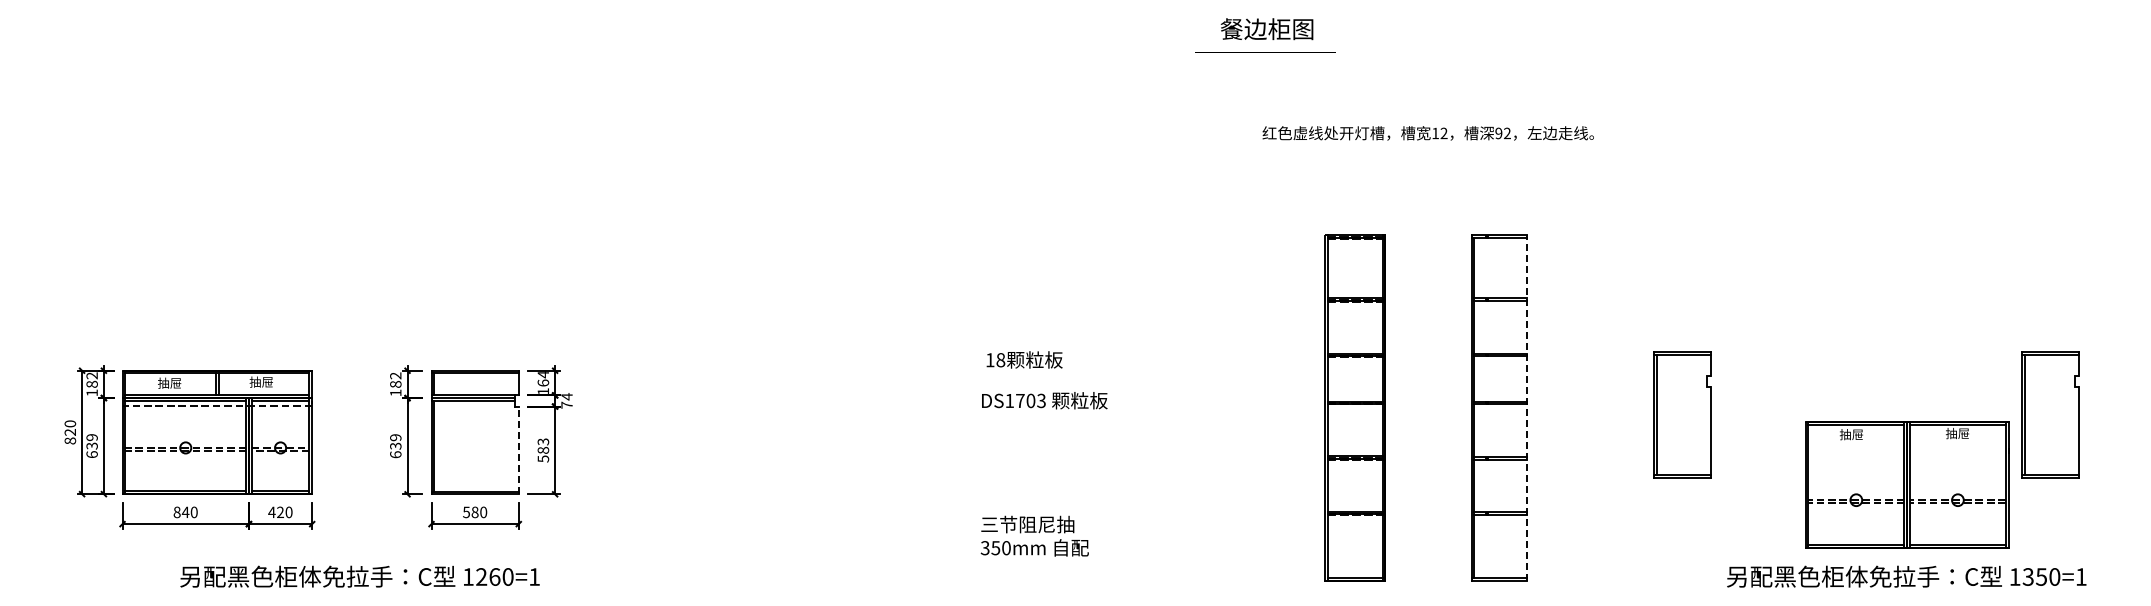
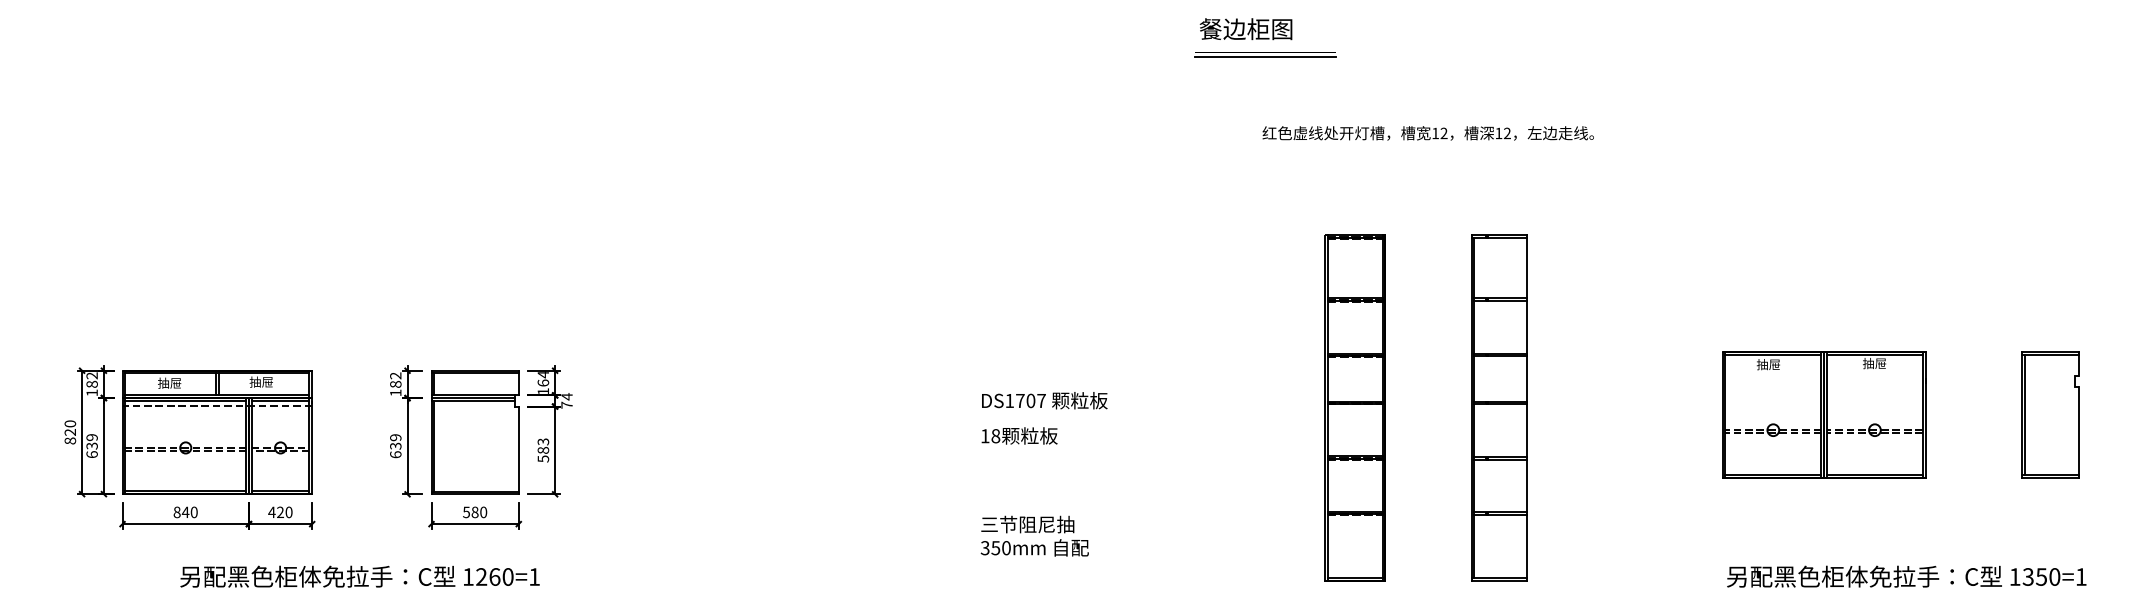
text at (1266, 29) position: (1266, 29) -> (1245, 29)
line at (1265, 57): none -> present
text at (1498, 133): 92 -> 12
text at (1024, 359) position: (1024, 359) -> (1019, 435)
text at (1041, 400): DS1703 -> DS1707
line at (1527, 408): dashed -> solid
part at (1682, 414): present -> none
line at (518, 450): dashed -> solid
part at (1907, 484) position: (1907, 484) -> (1824, 414)
